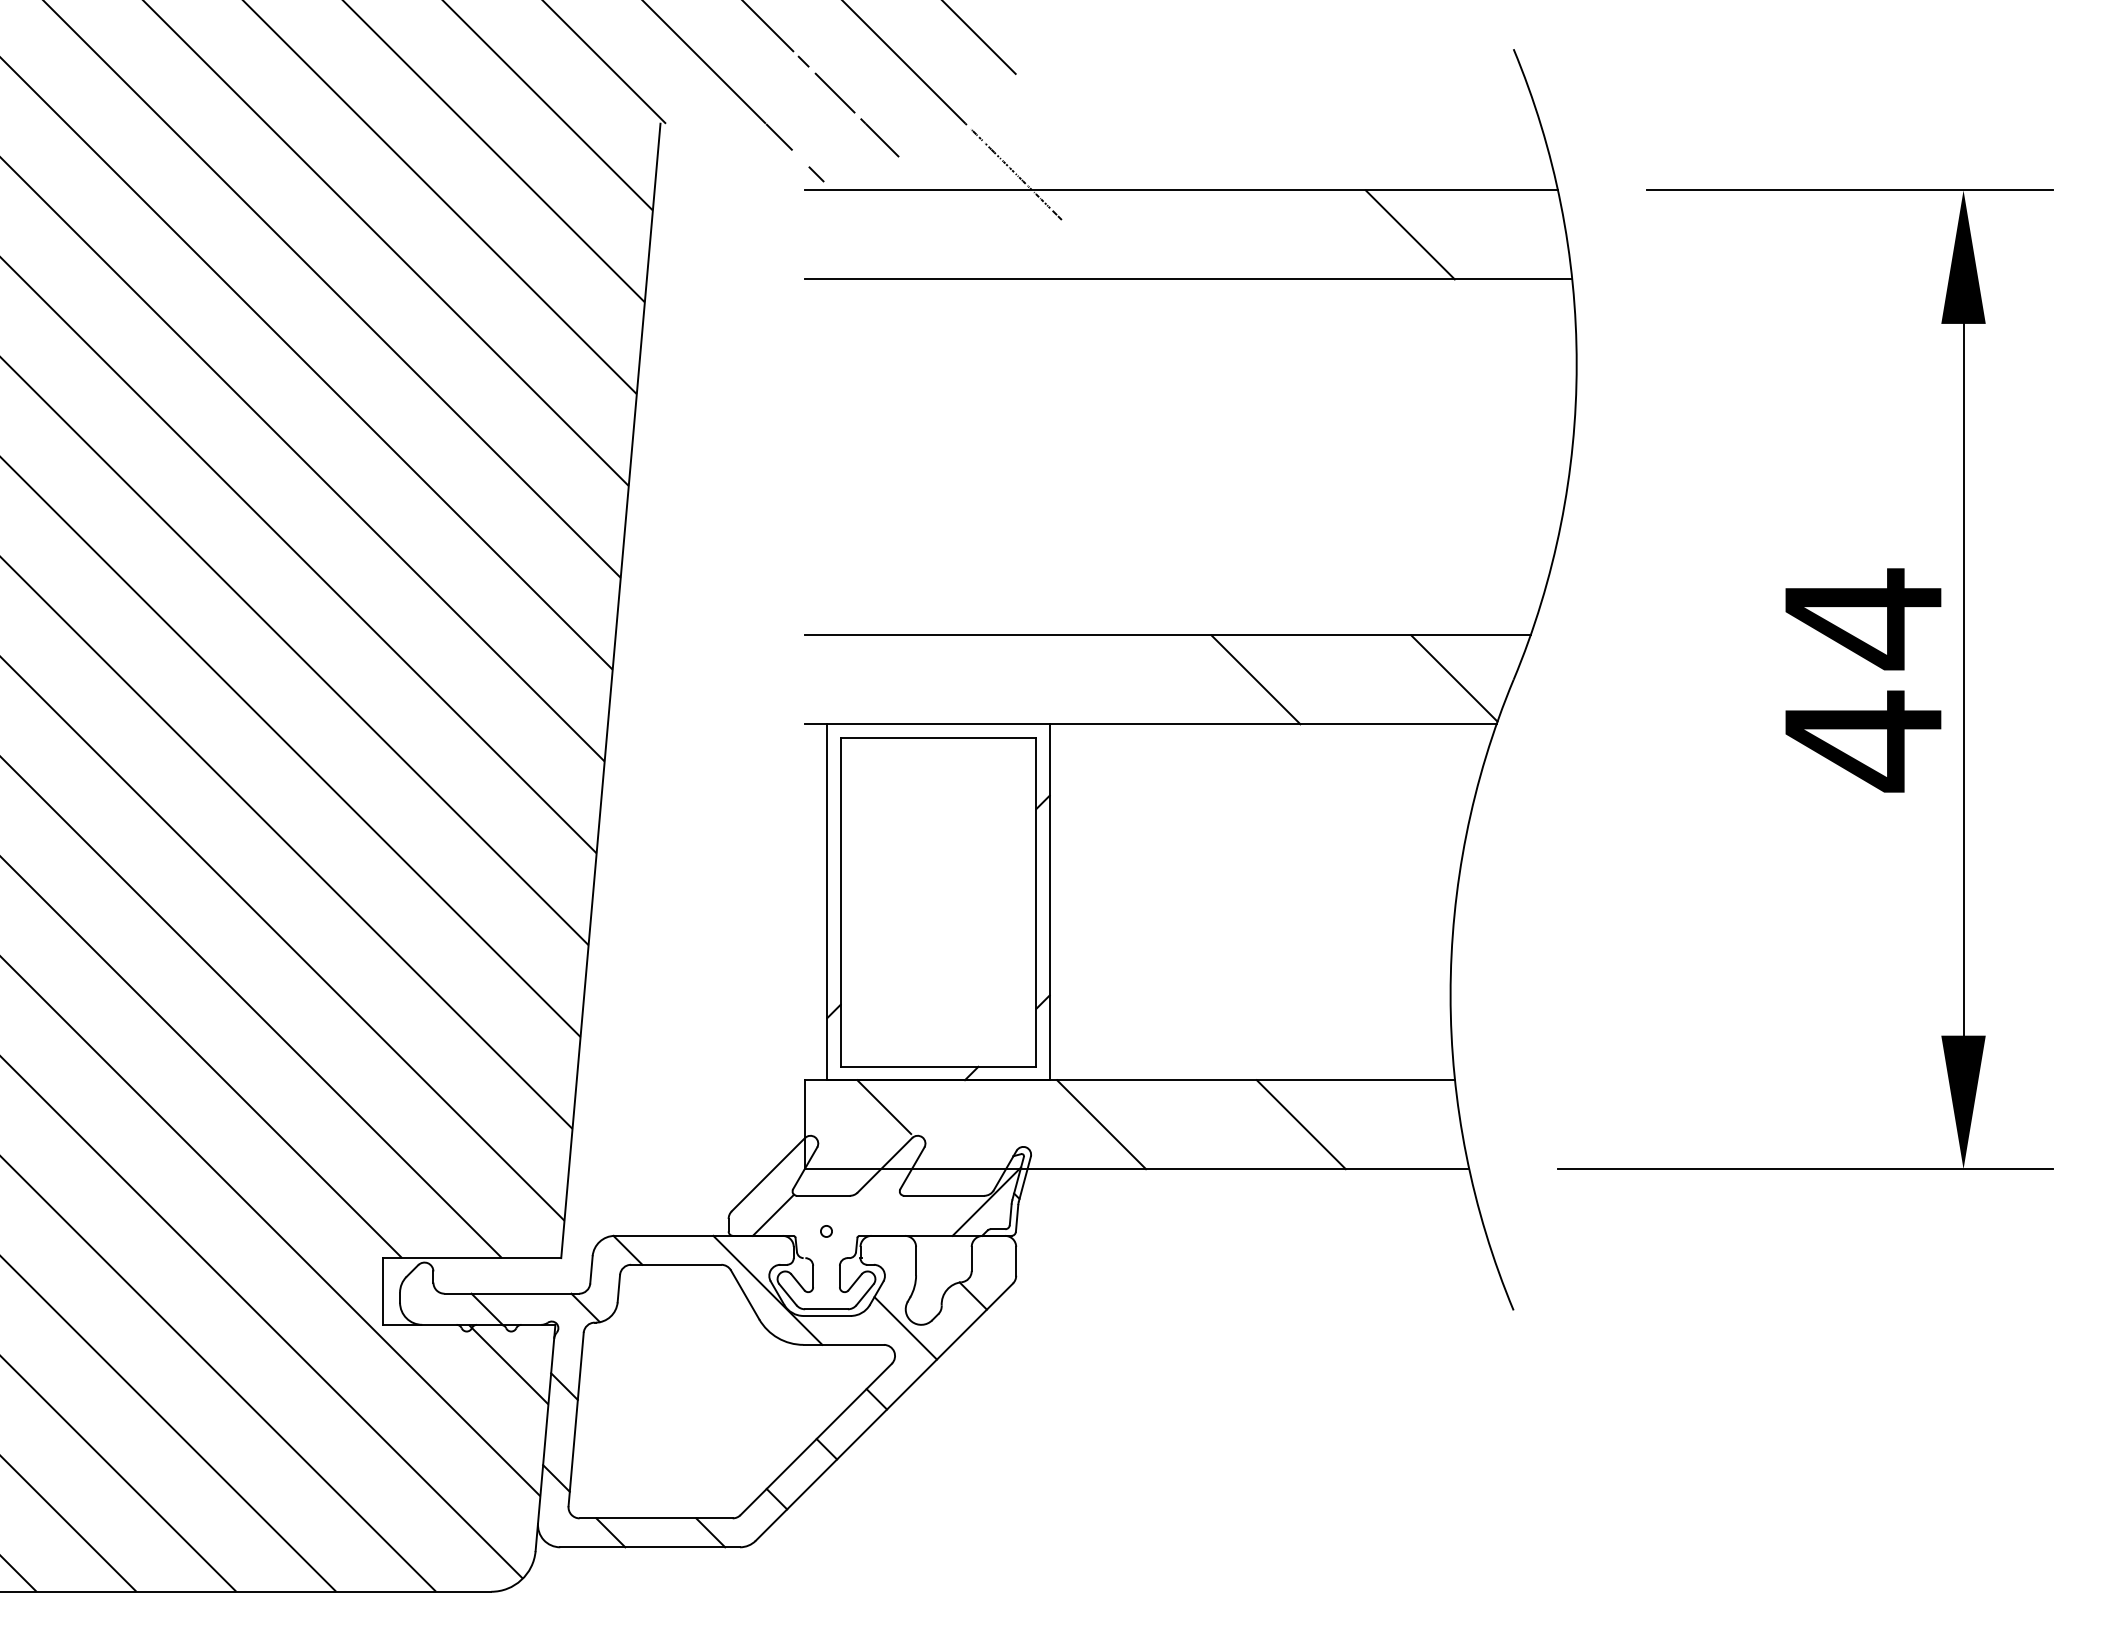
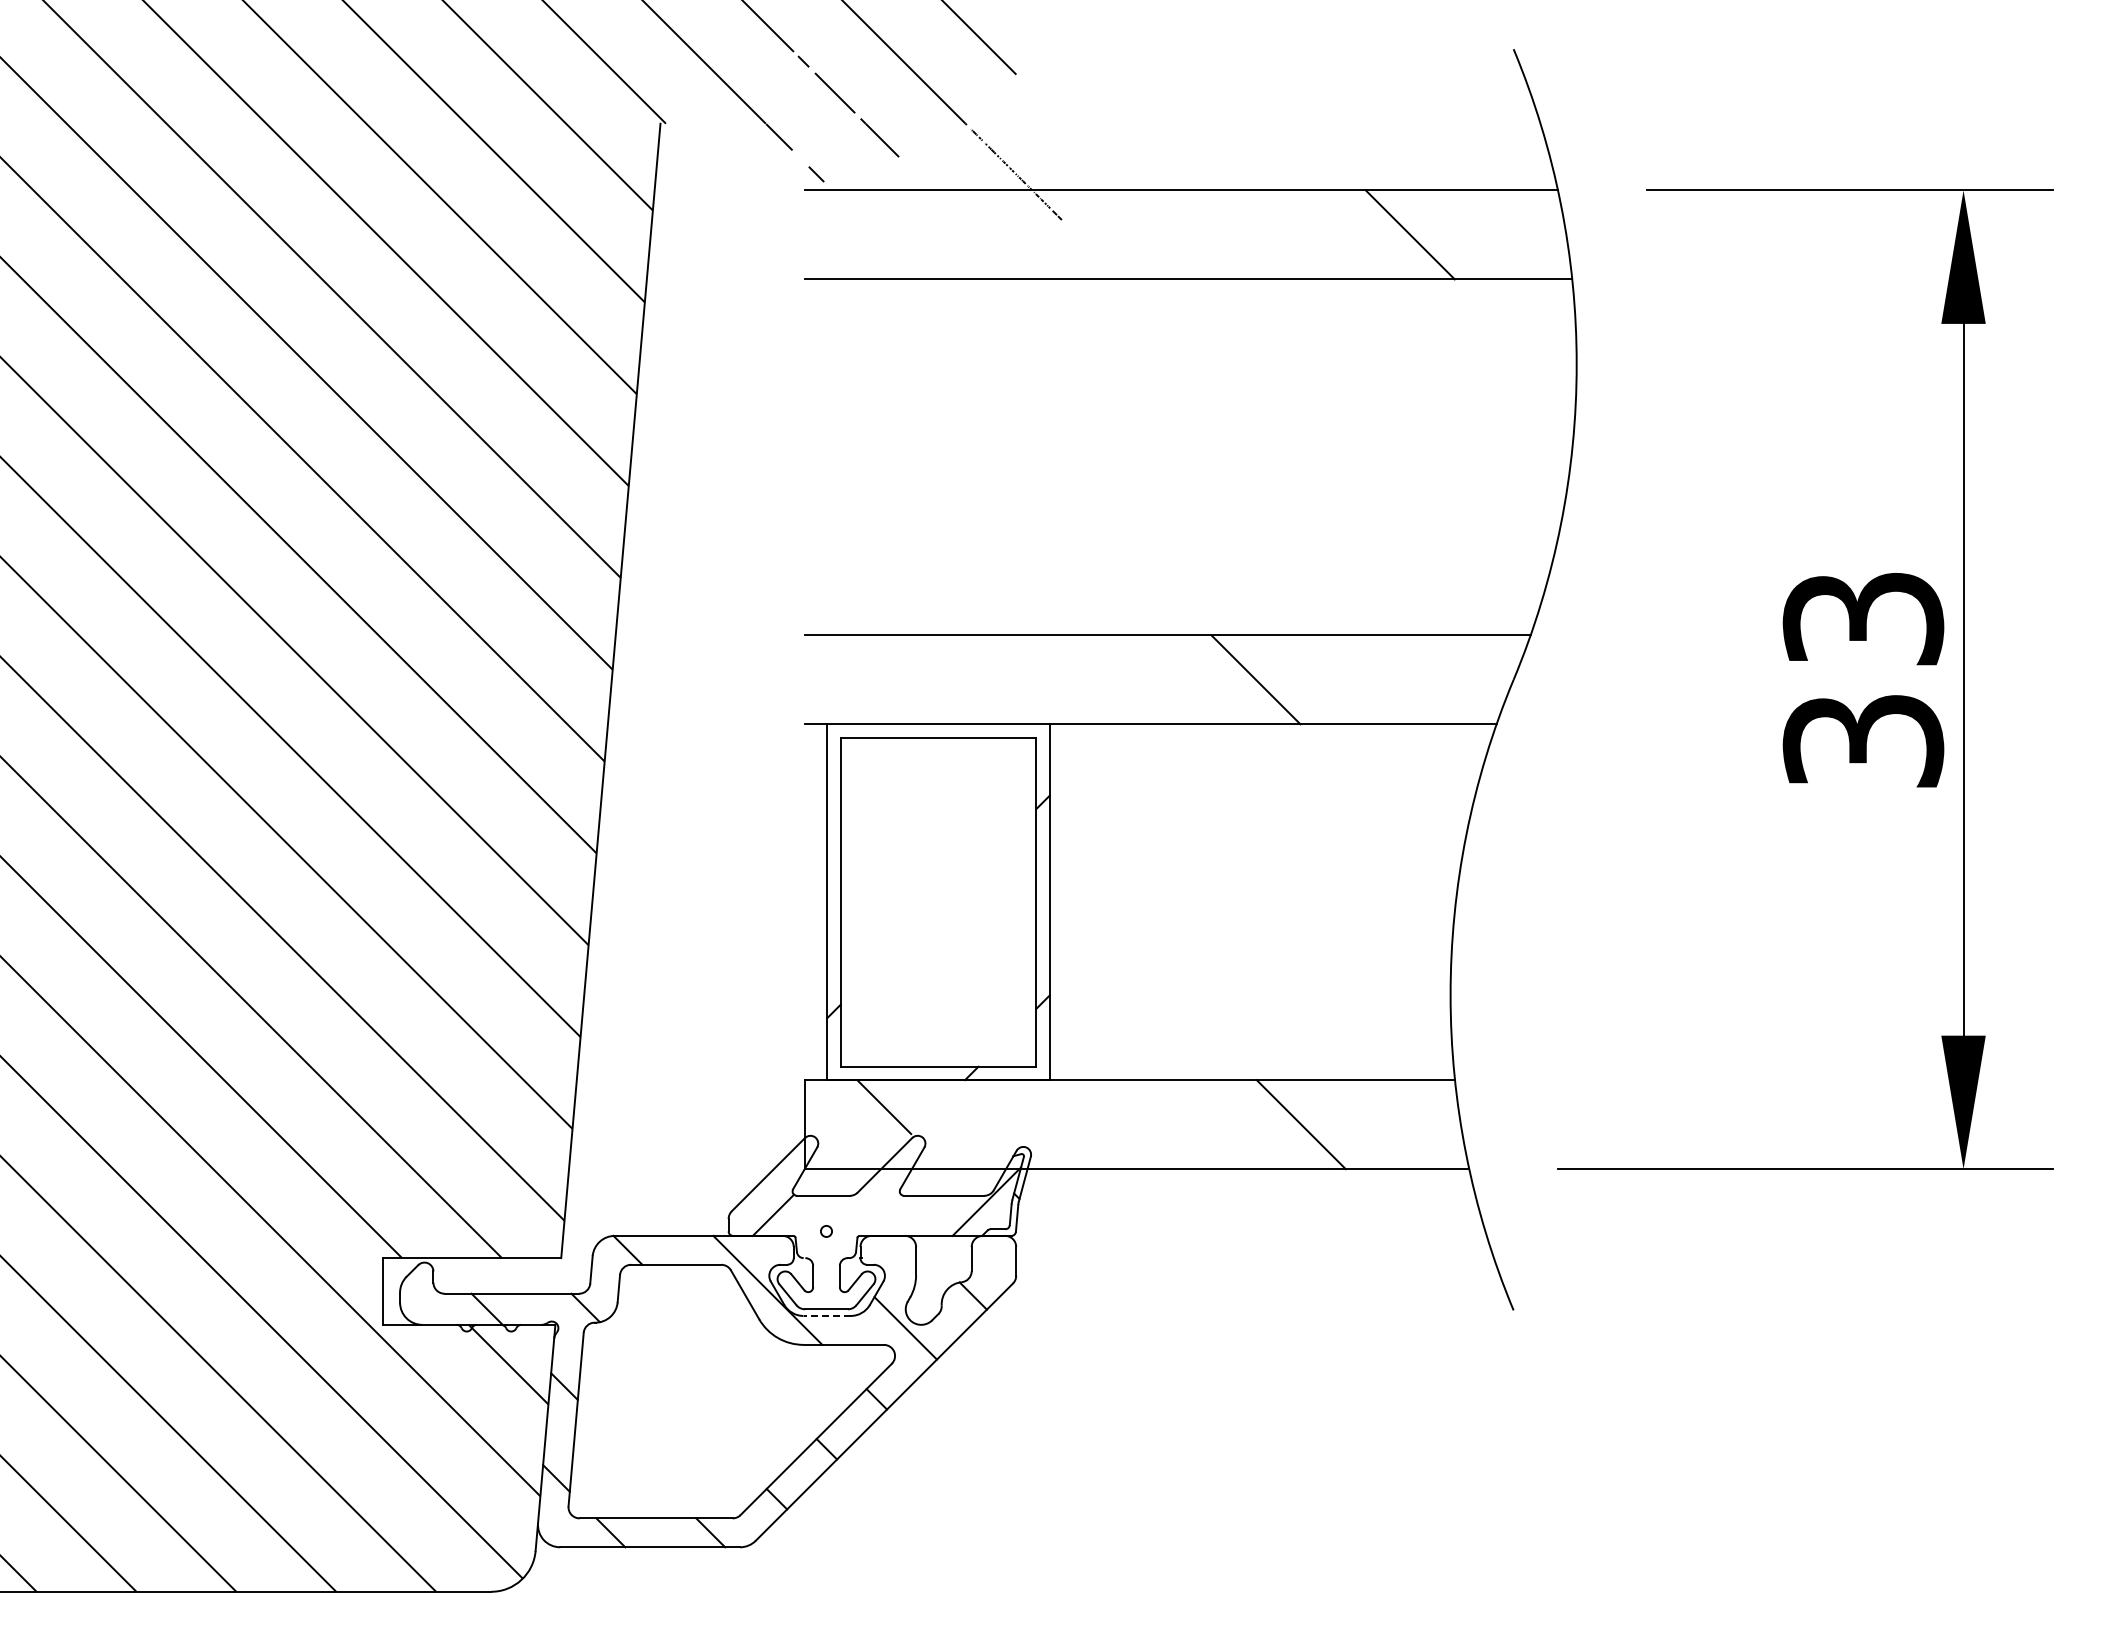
line at (1454, 678): present -> none
text at (1863, 680): 44 -> 33
line at (1101, 1124): present -> none
line at (827, 1315): solid -> dashed
